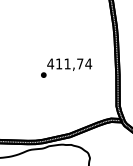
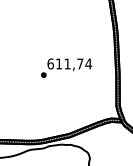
text at (50, 63): 411,74 -> 611,74
